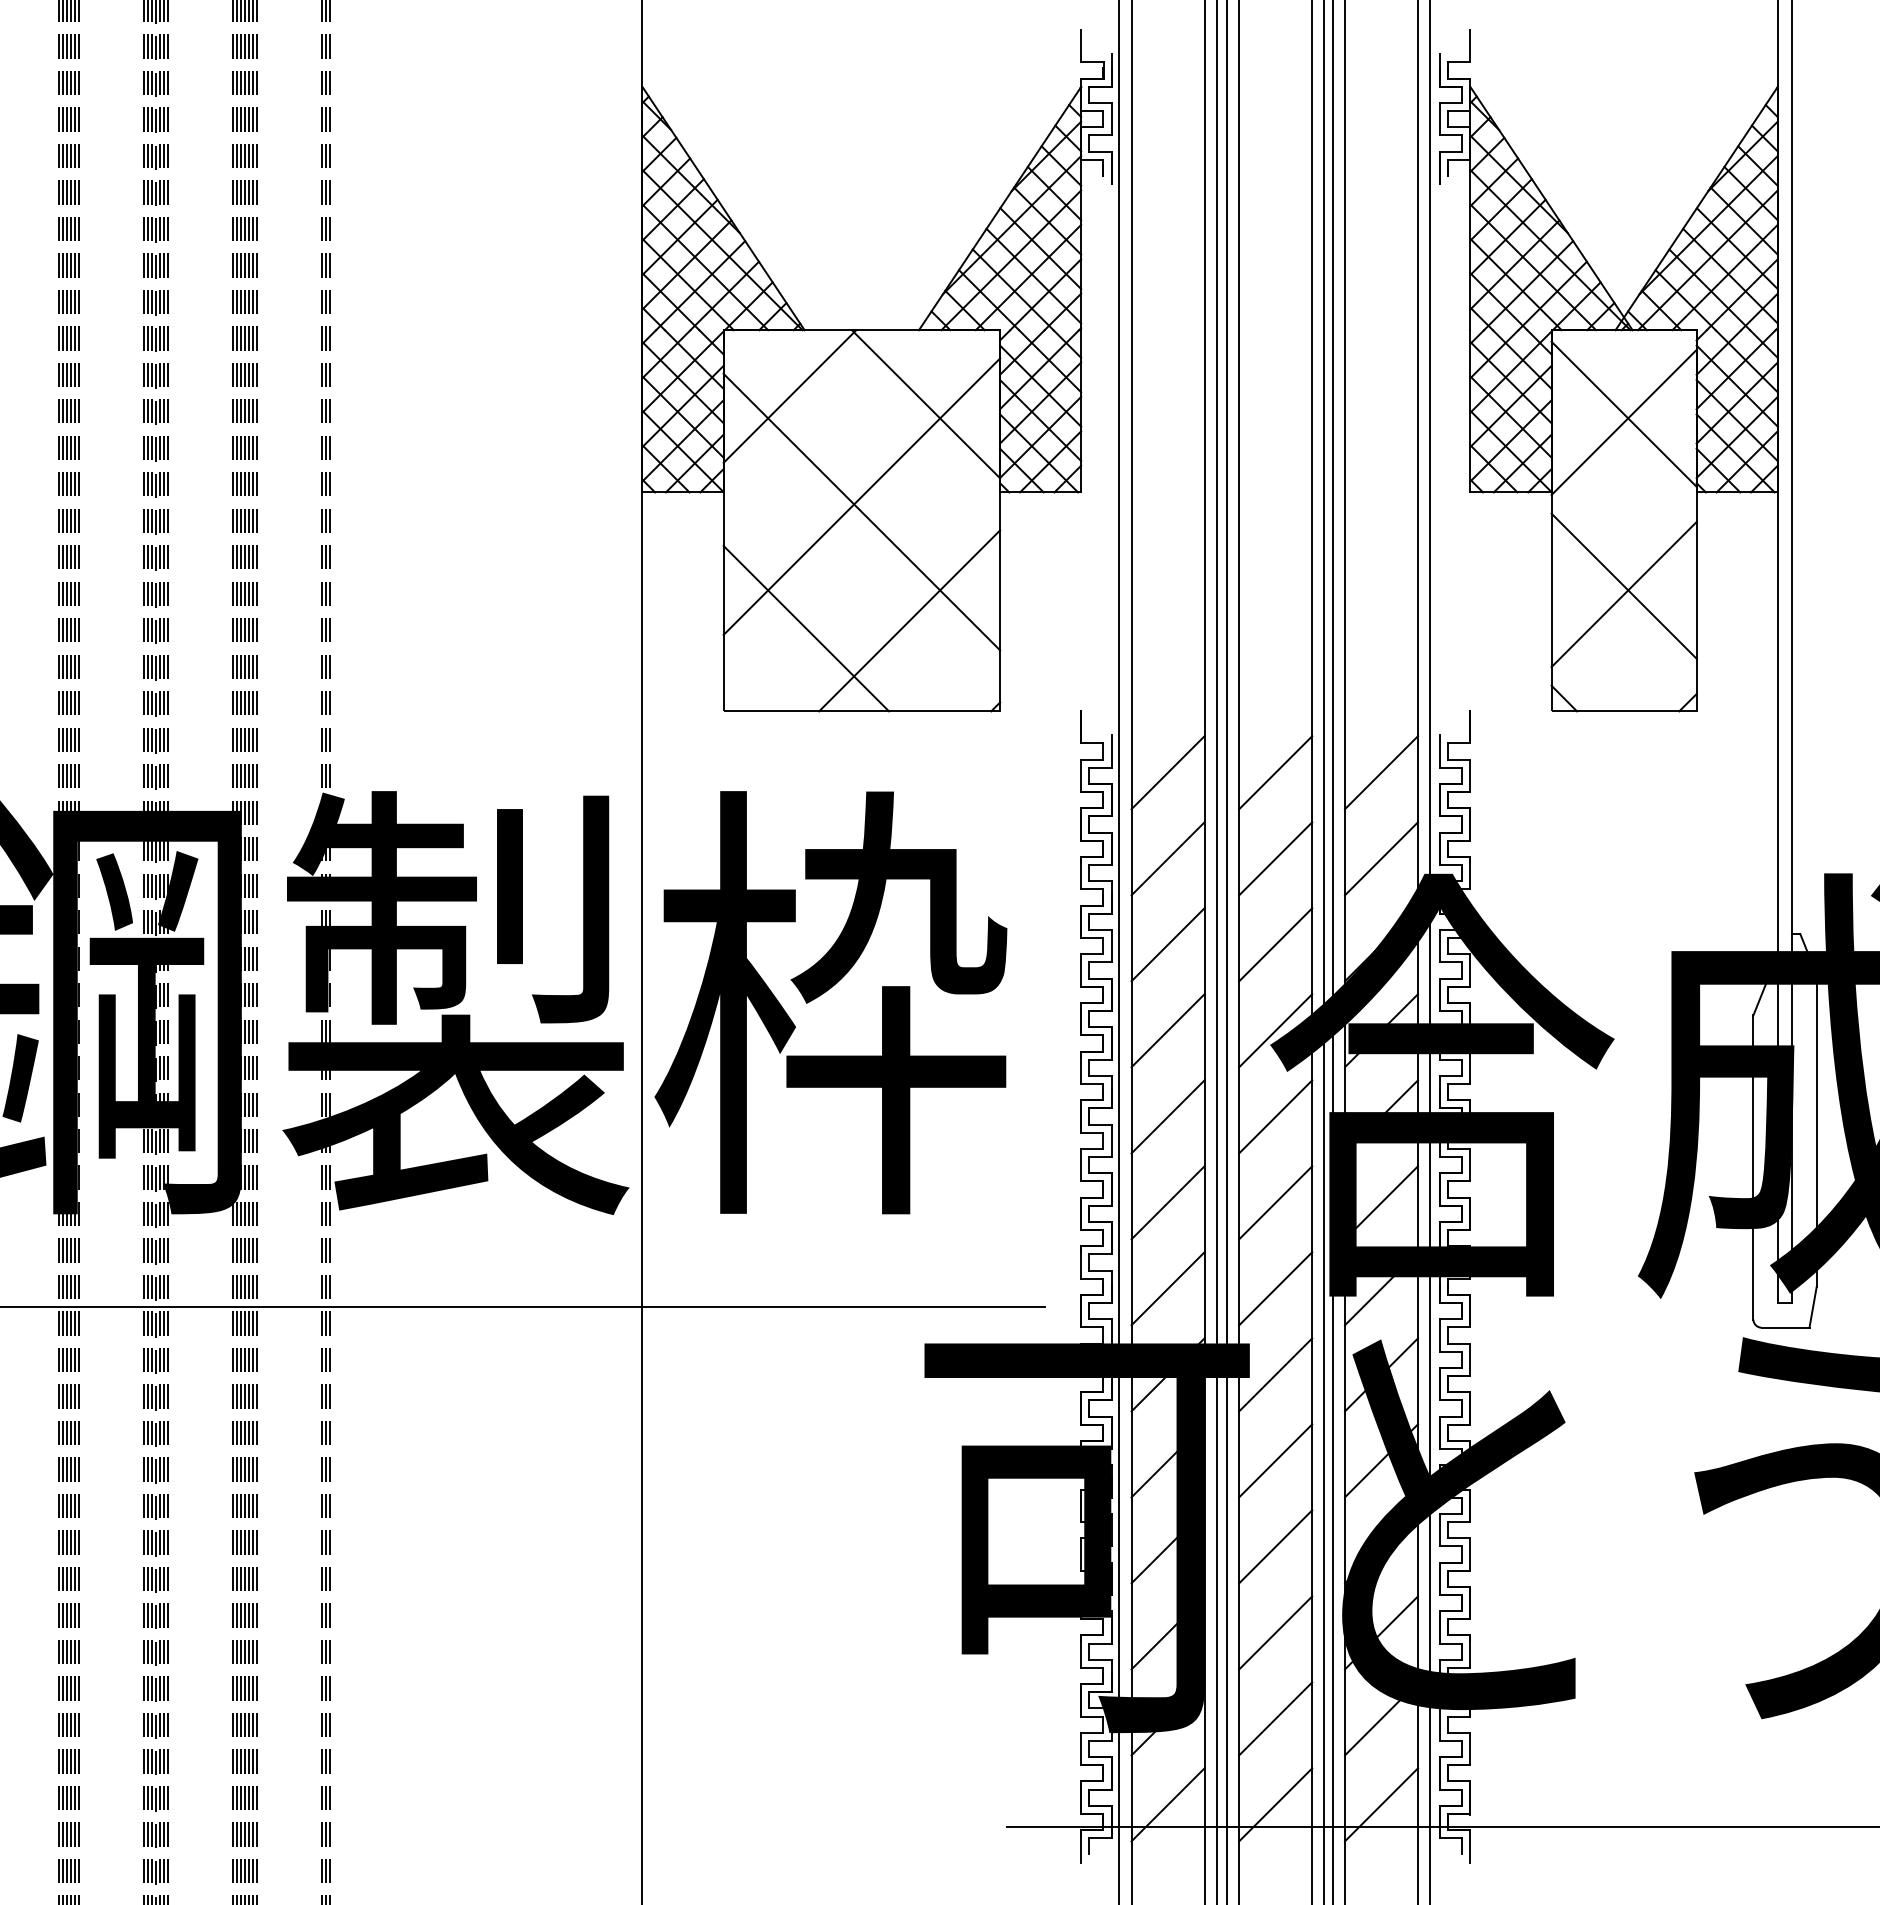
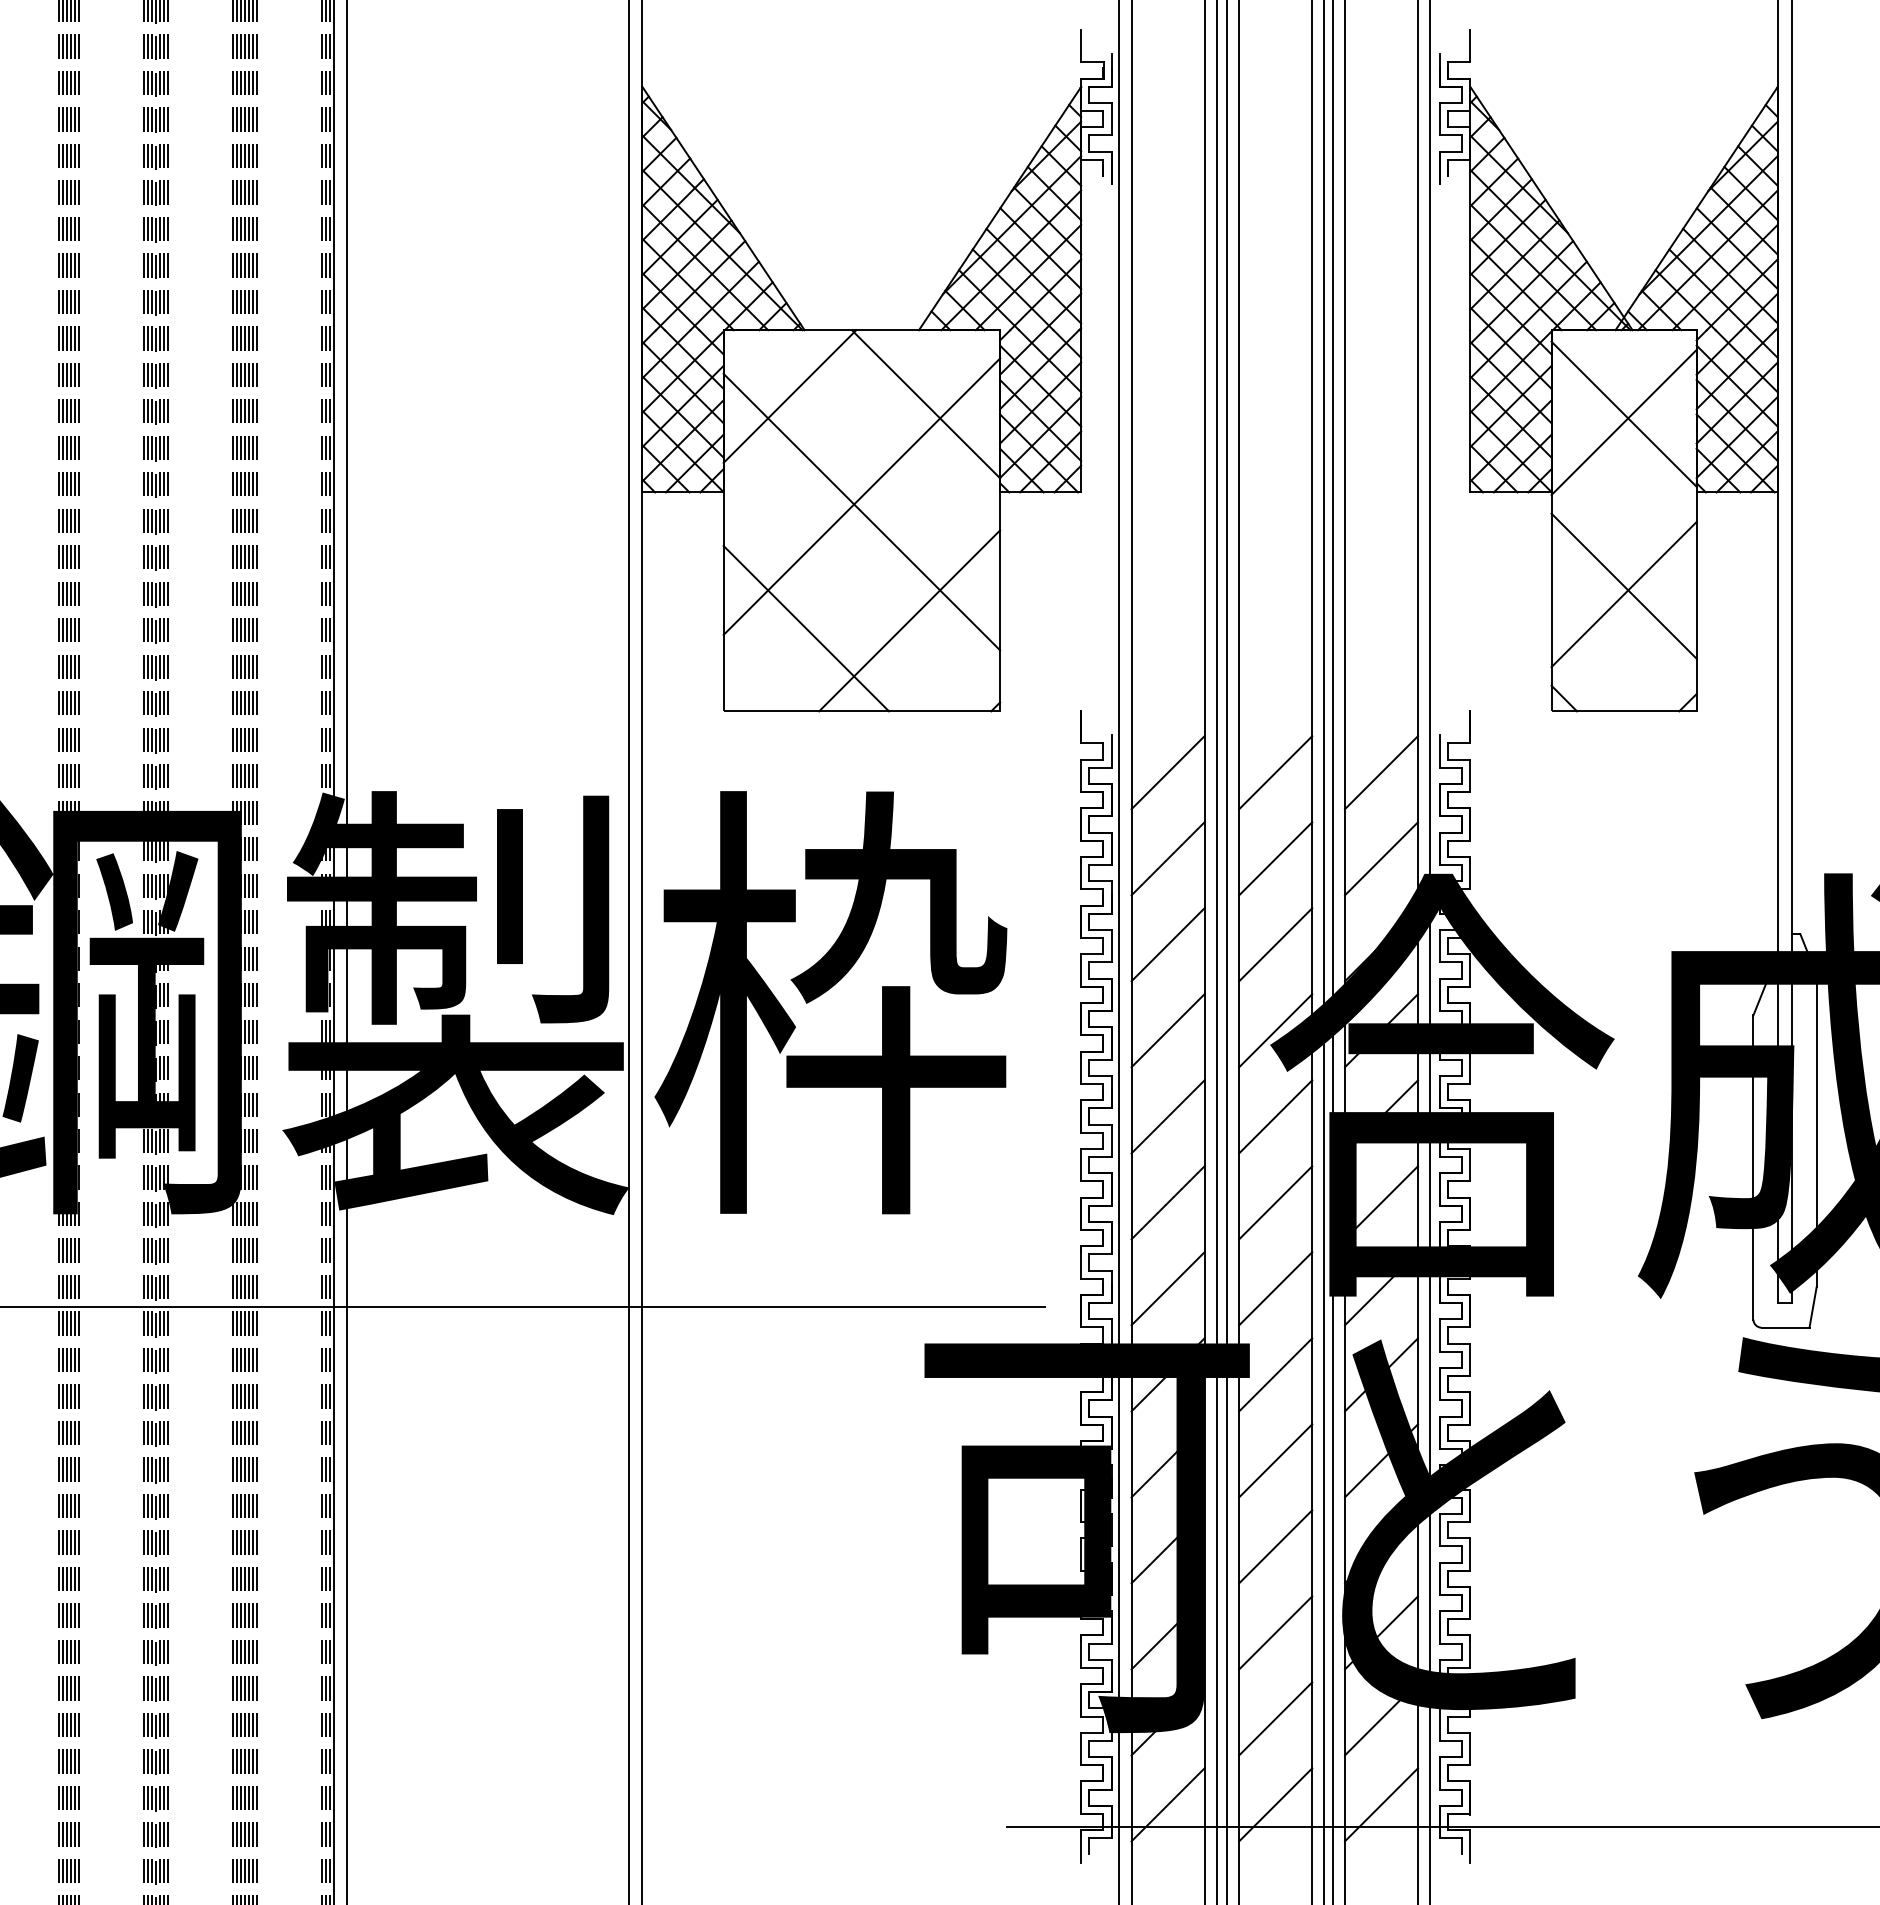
line at (334, 951): none -> present
line at (347, 951): none -> present
line at (629, 951): none -> present
